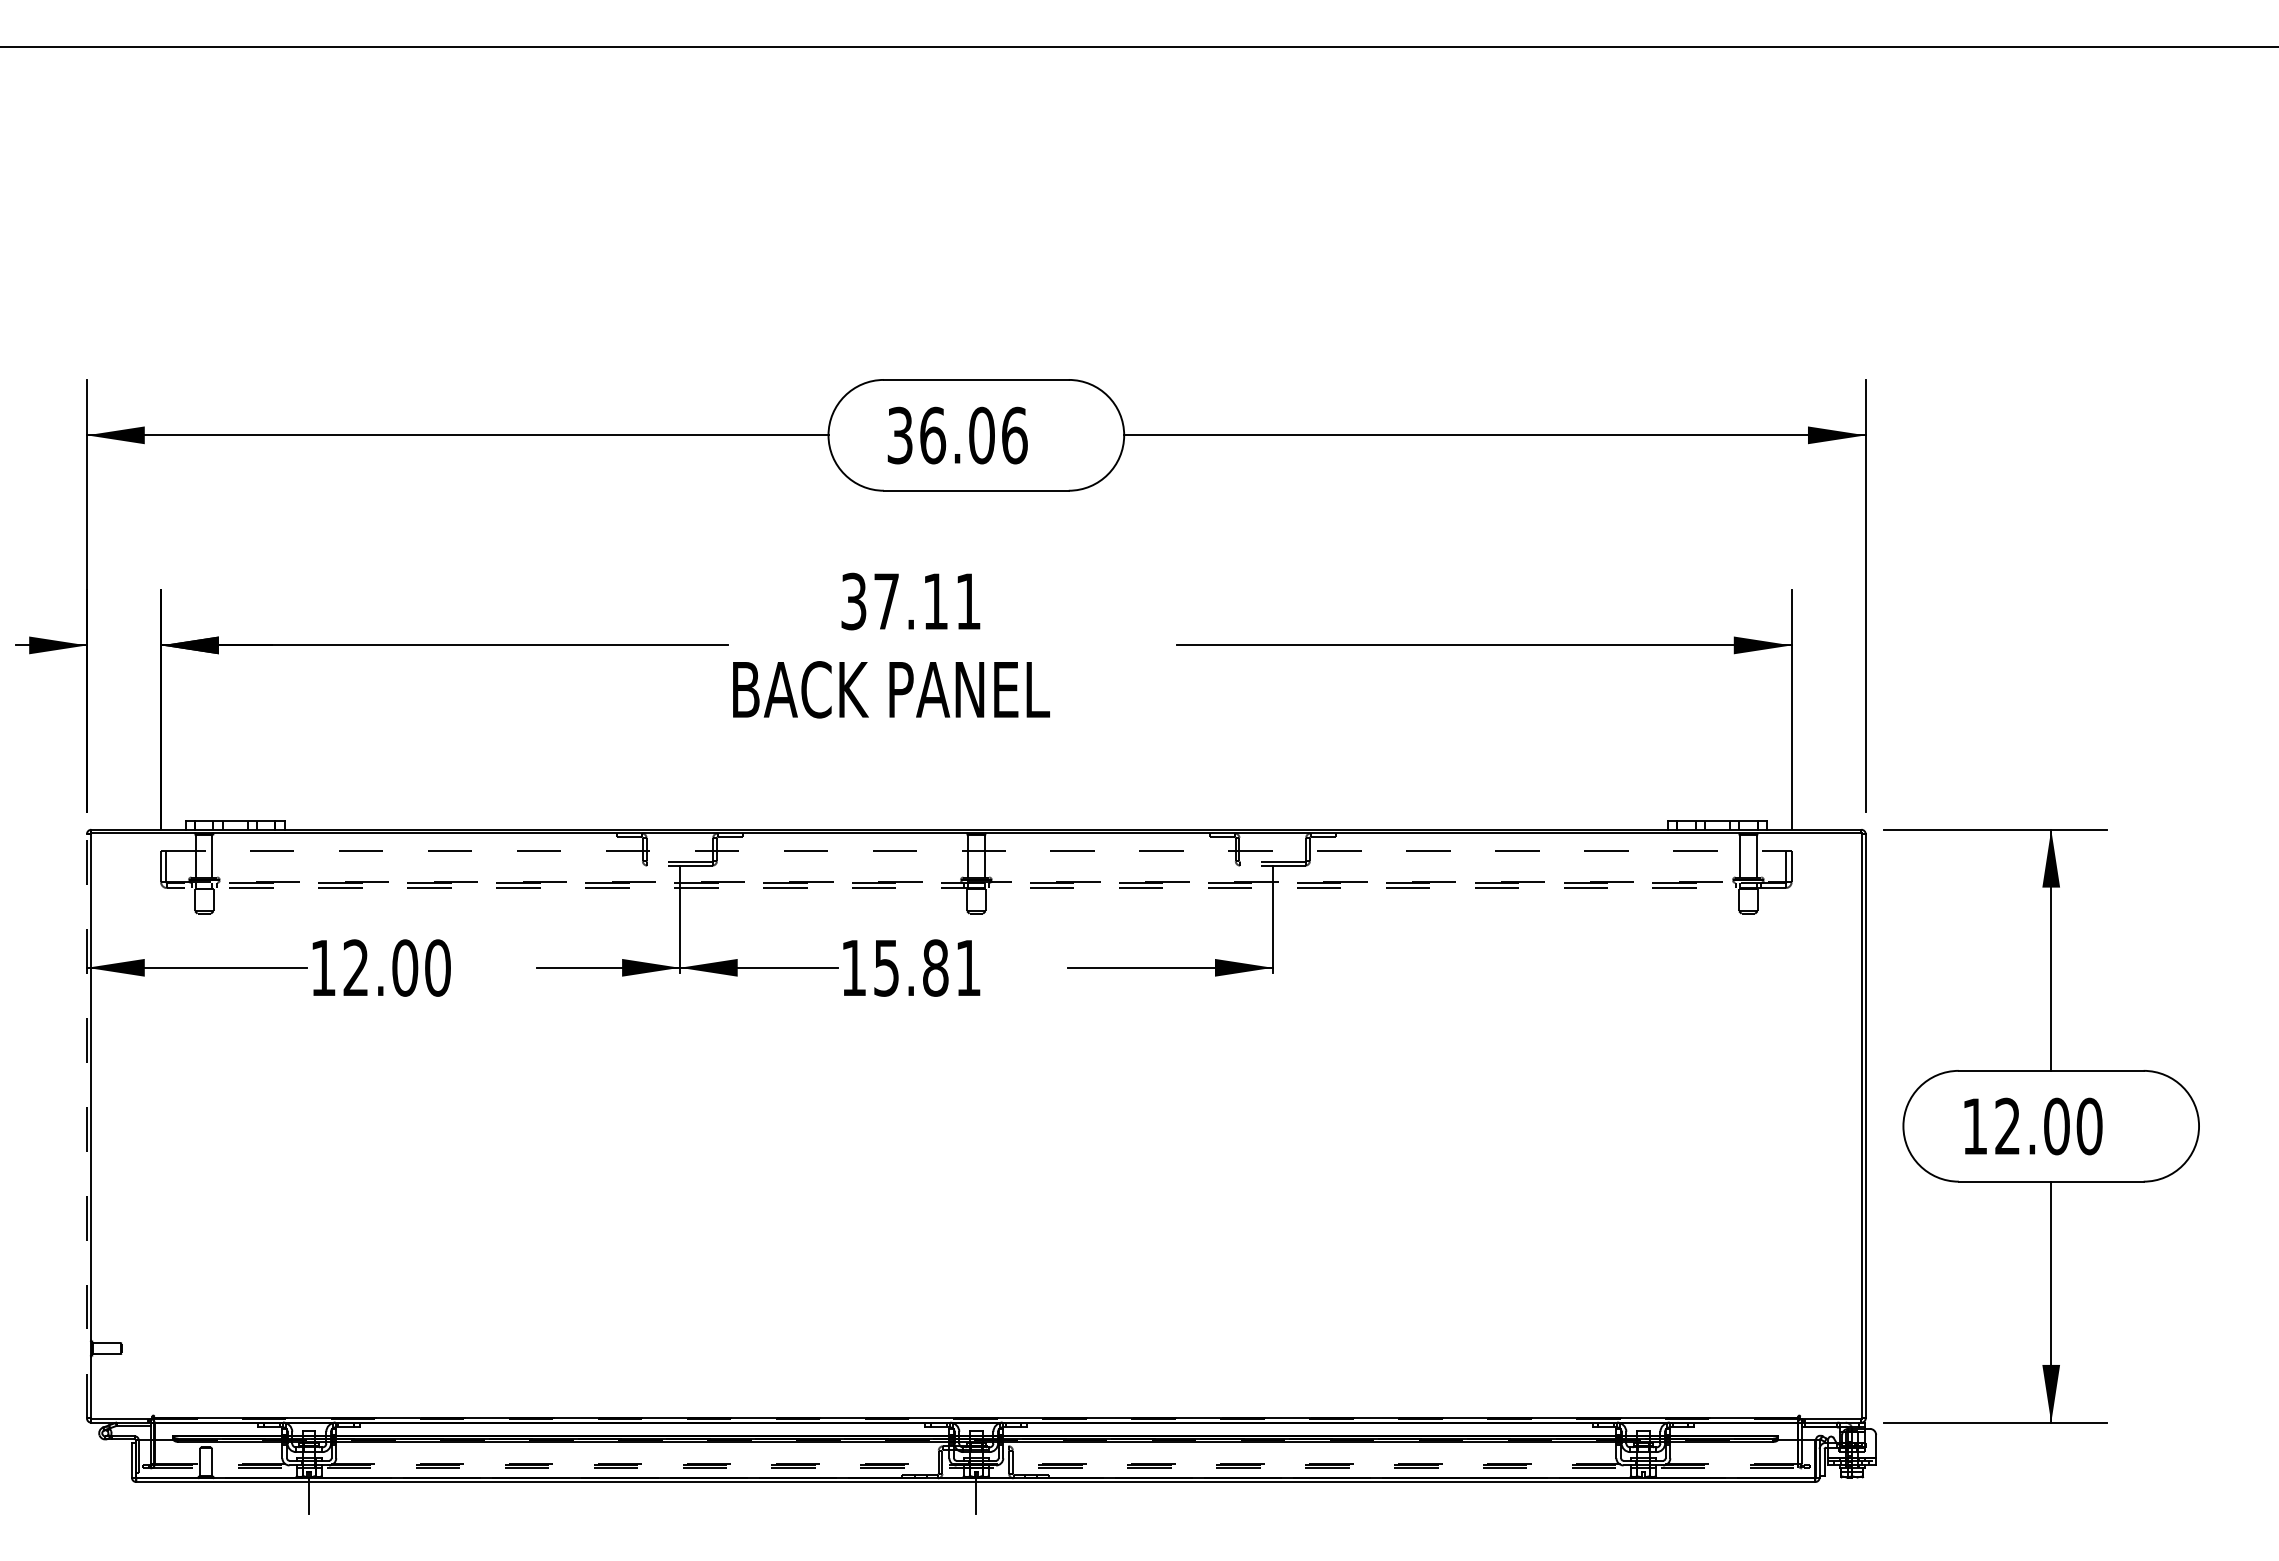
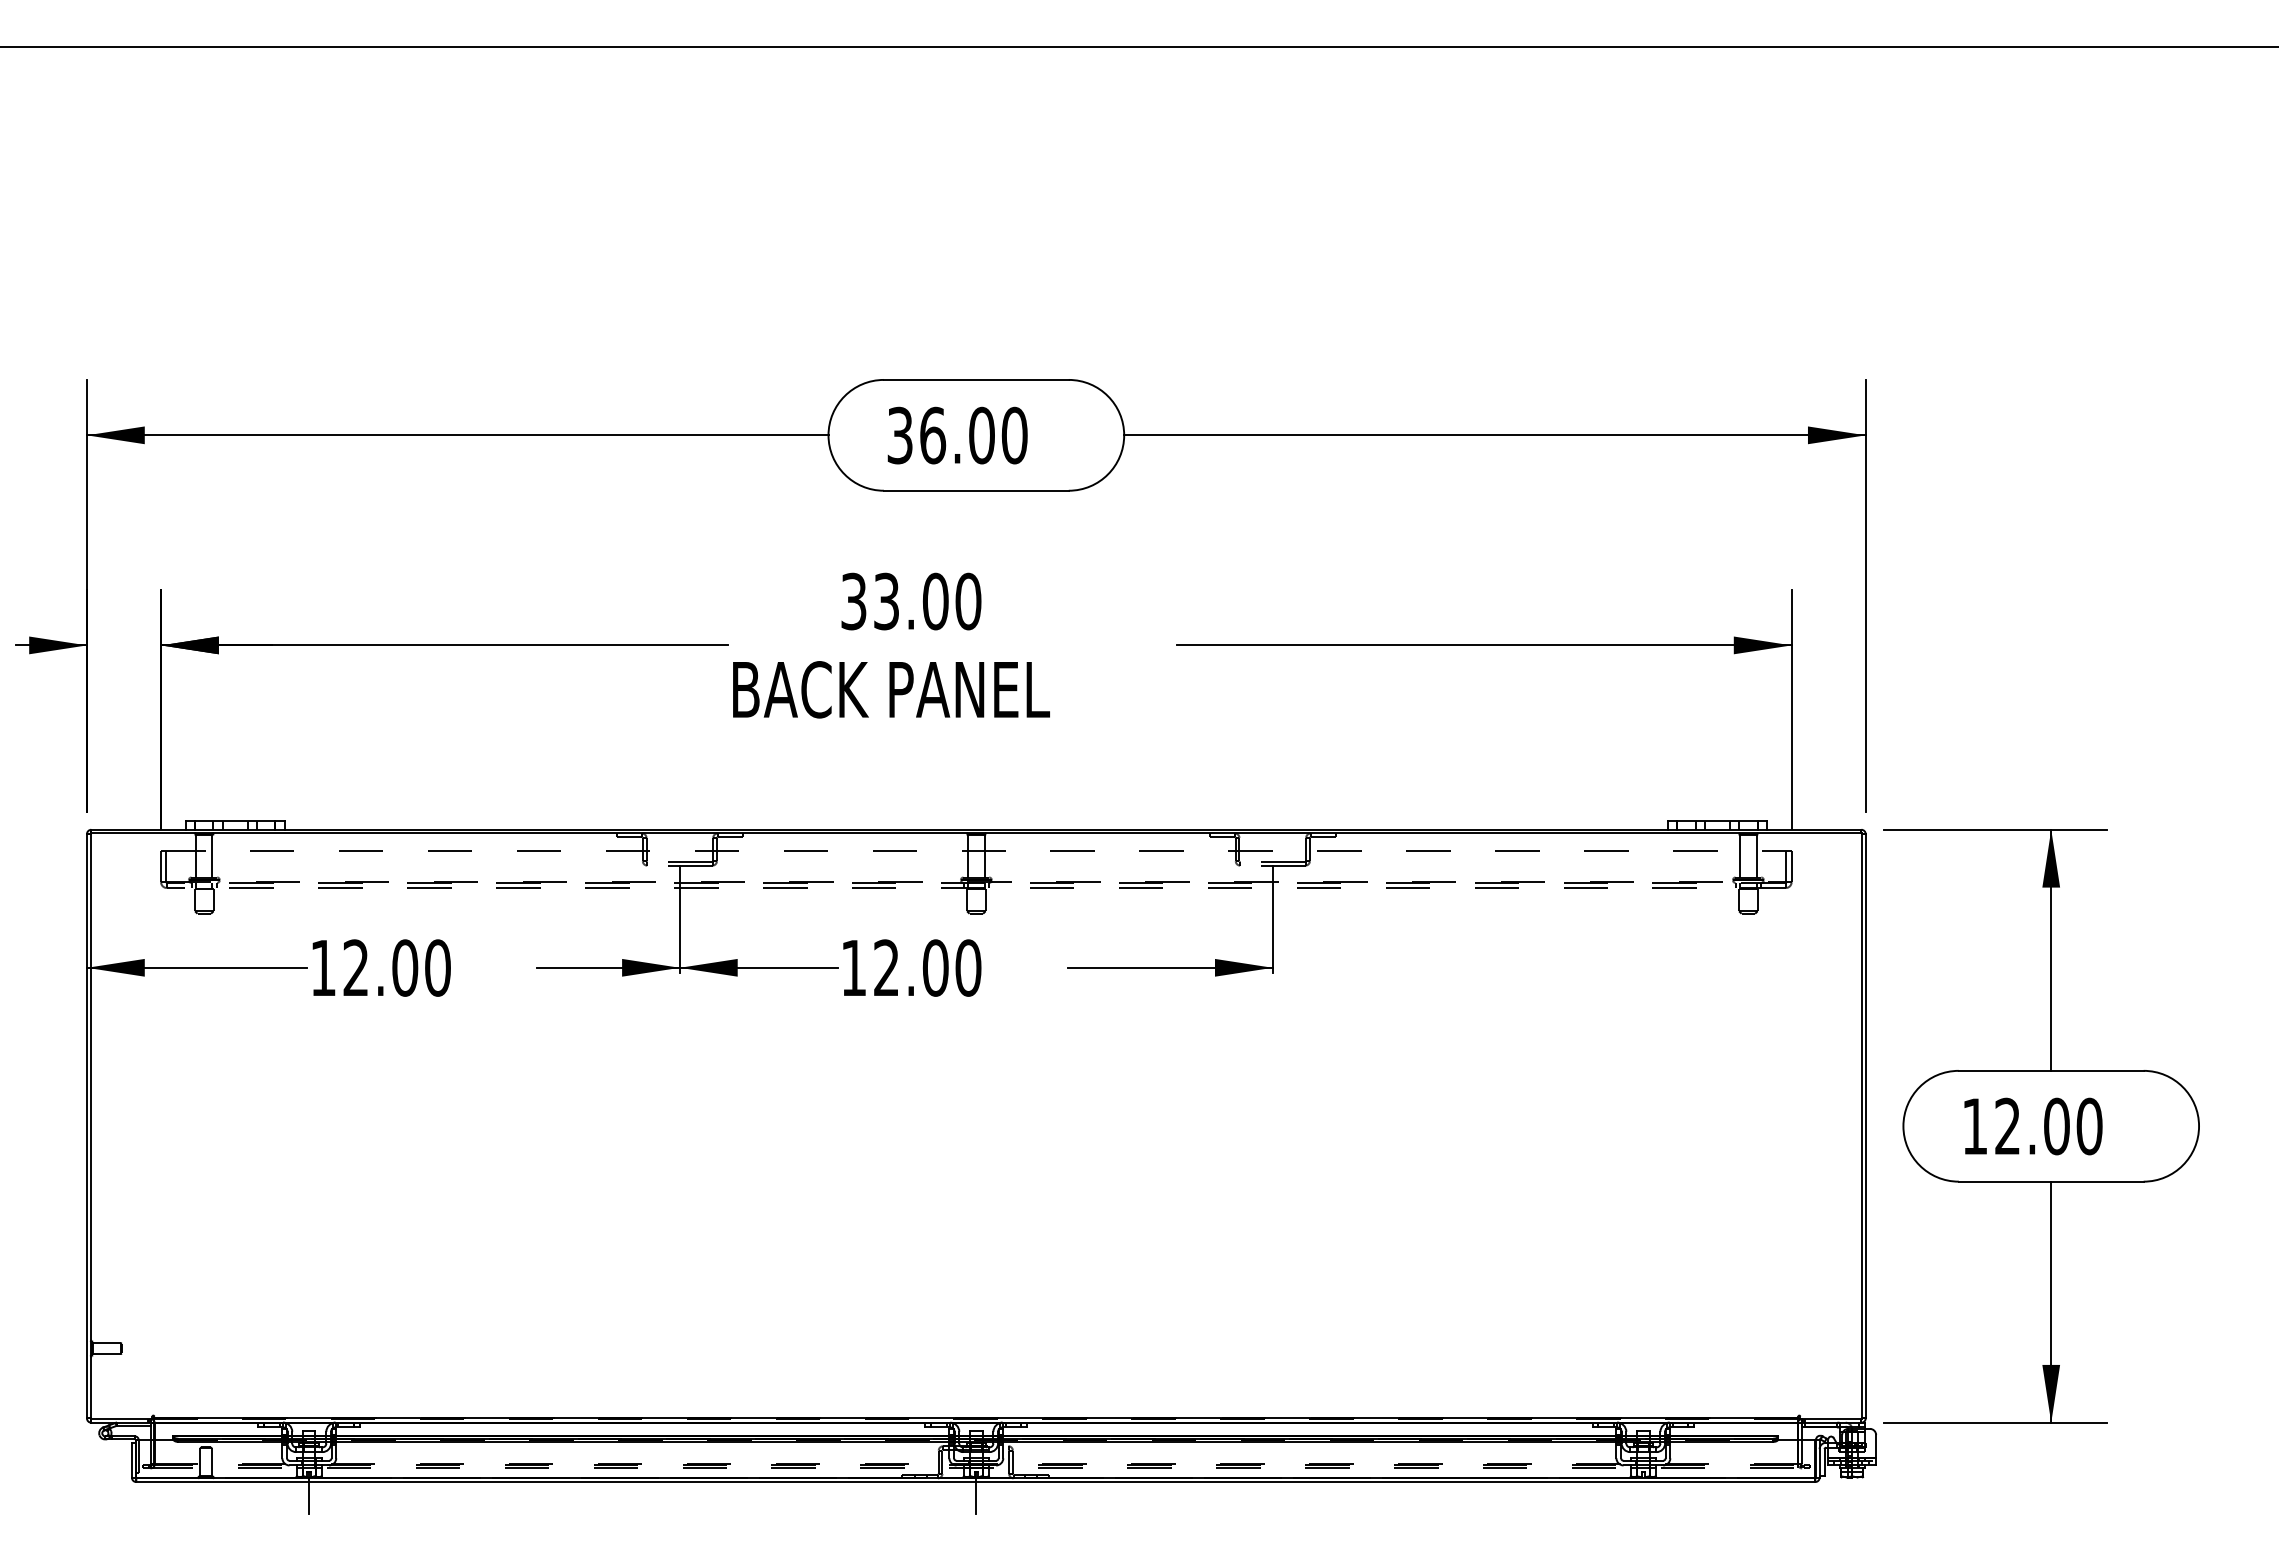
text at (1014, 435): 36.06 -> 36.00
text at (927, 601): 37.11 -> 33.00
text at (927, 967): 15.81 -> 12.00
line at (86, 1125): dashed -> solid
